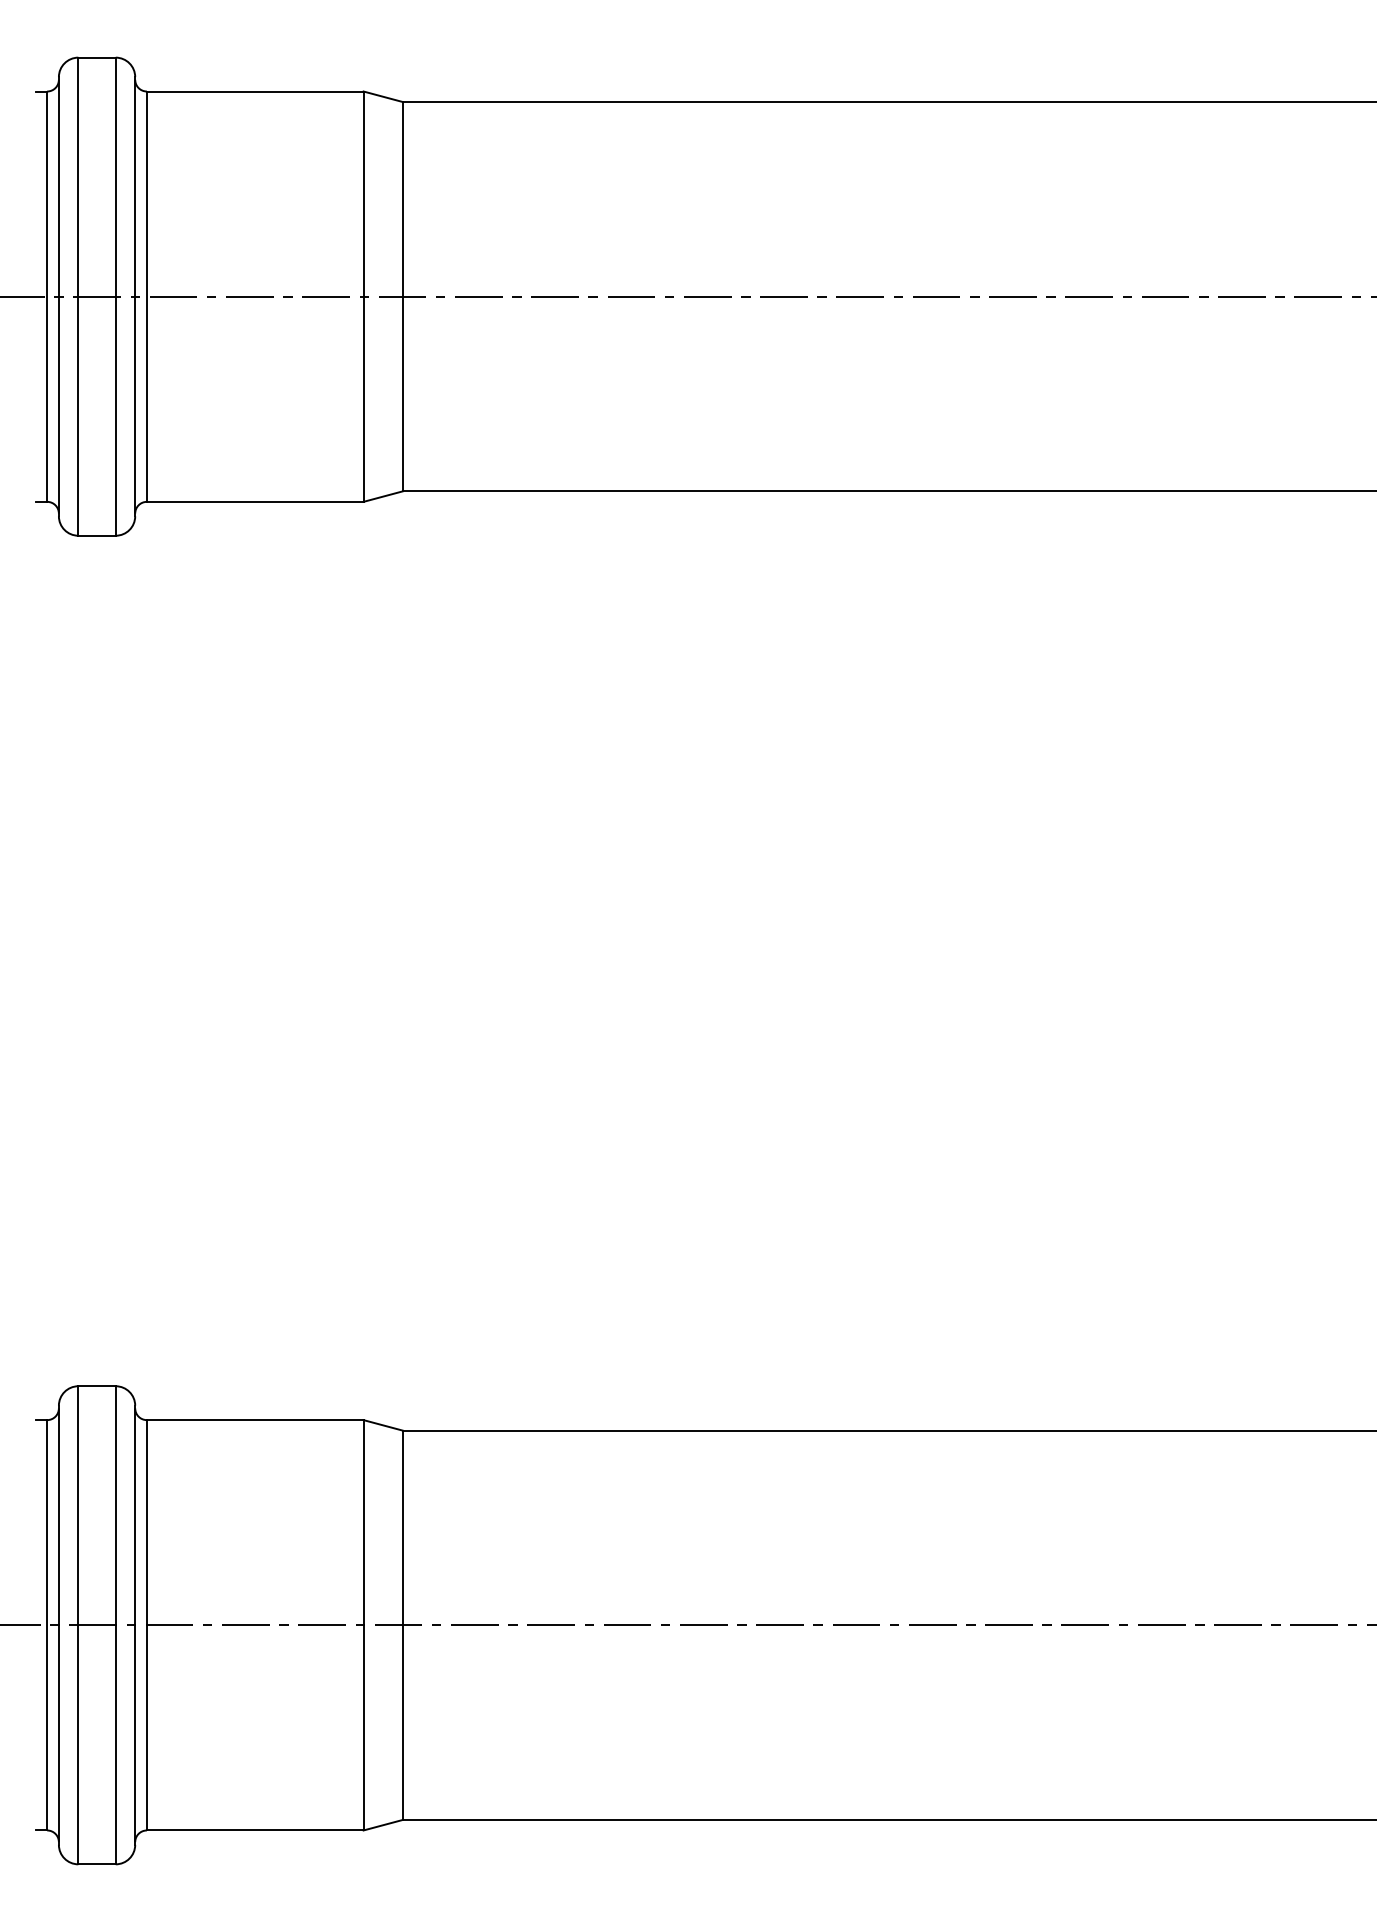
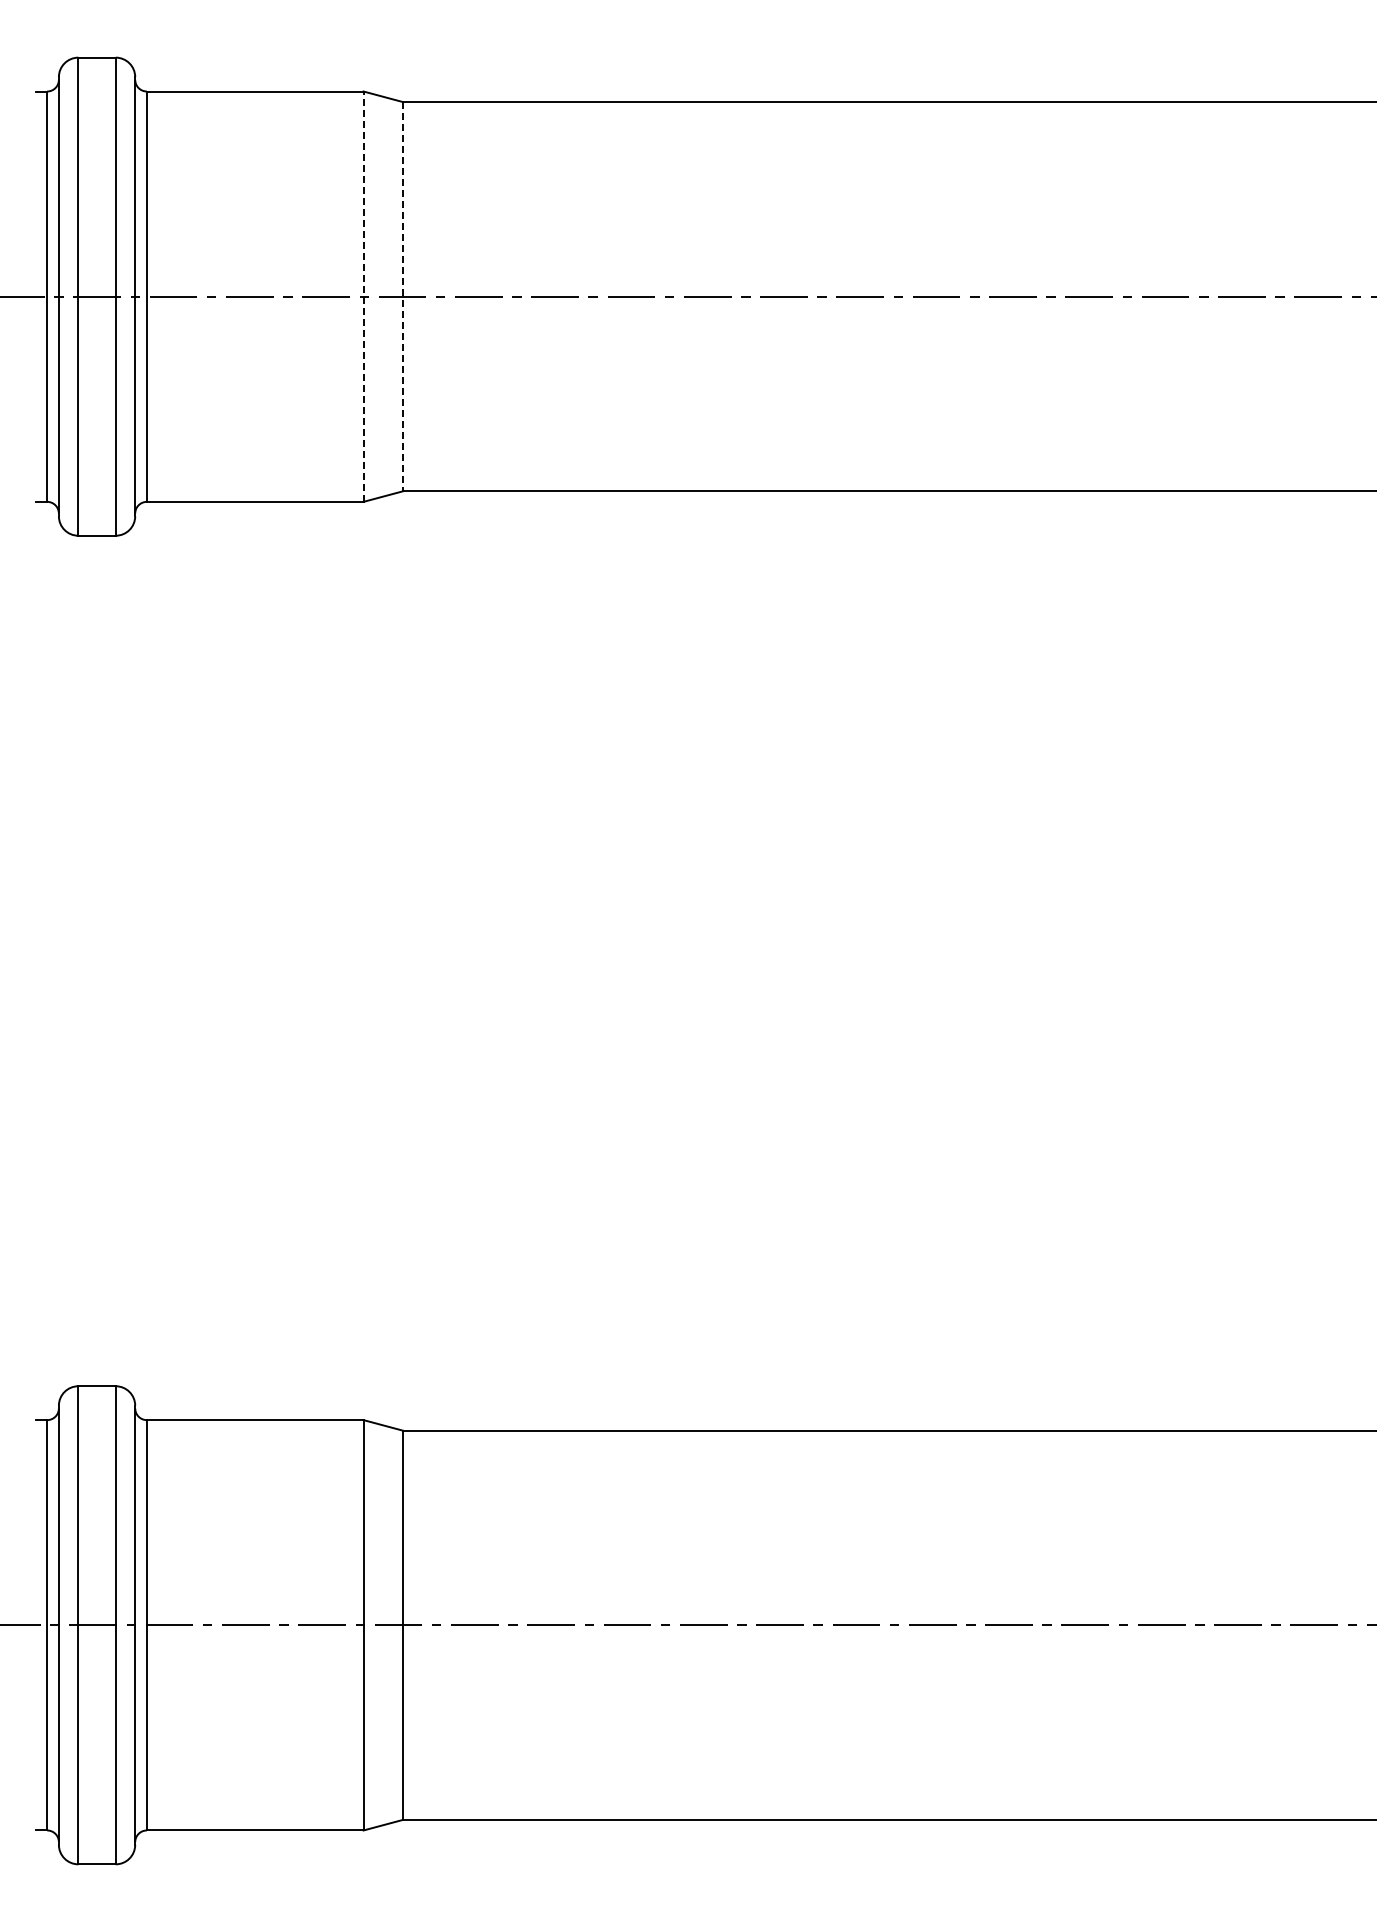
line at (363, 296): solid -> dashed
line at (402, 296): solid -> dashed
